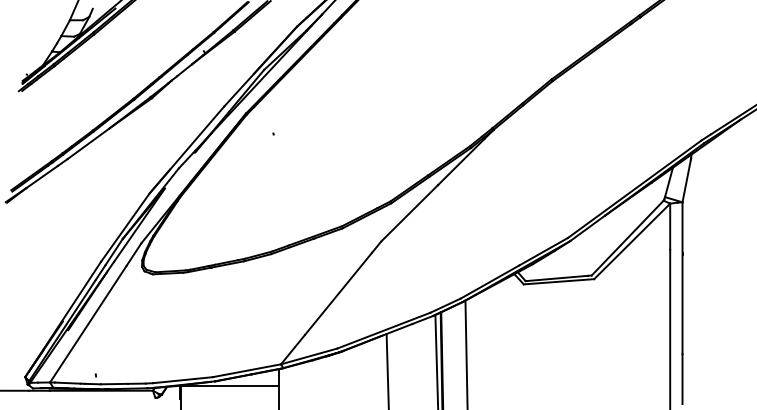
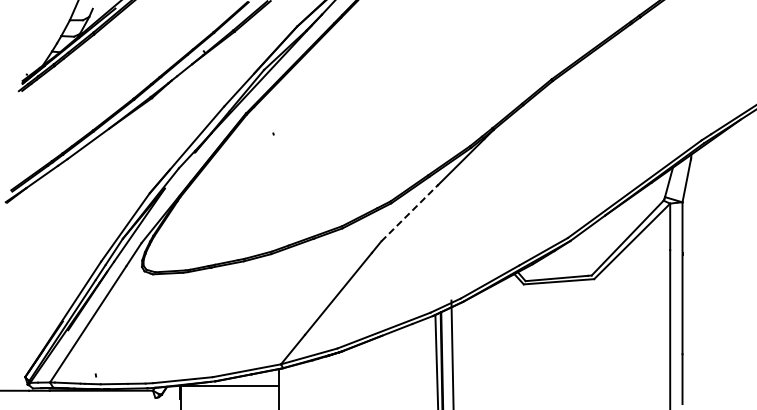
line at (409, 213): solid -> dashed
line at (466, 353) position: (466, 353) -> (452, 353)
line at (387, 370): present -> none
